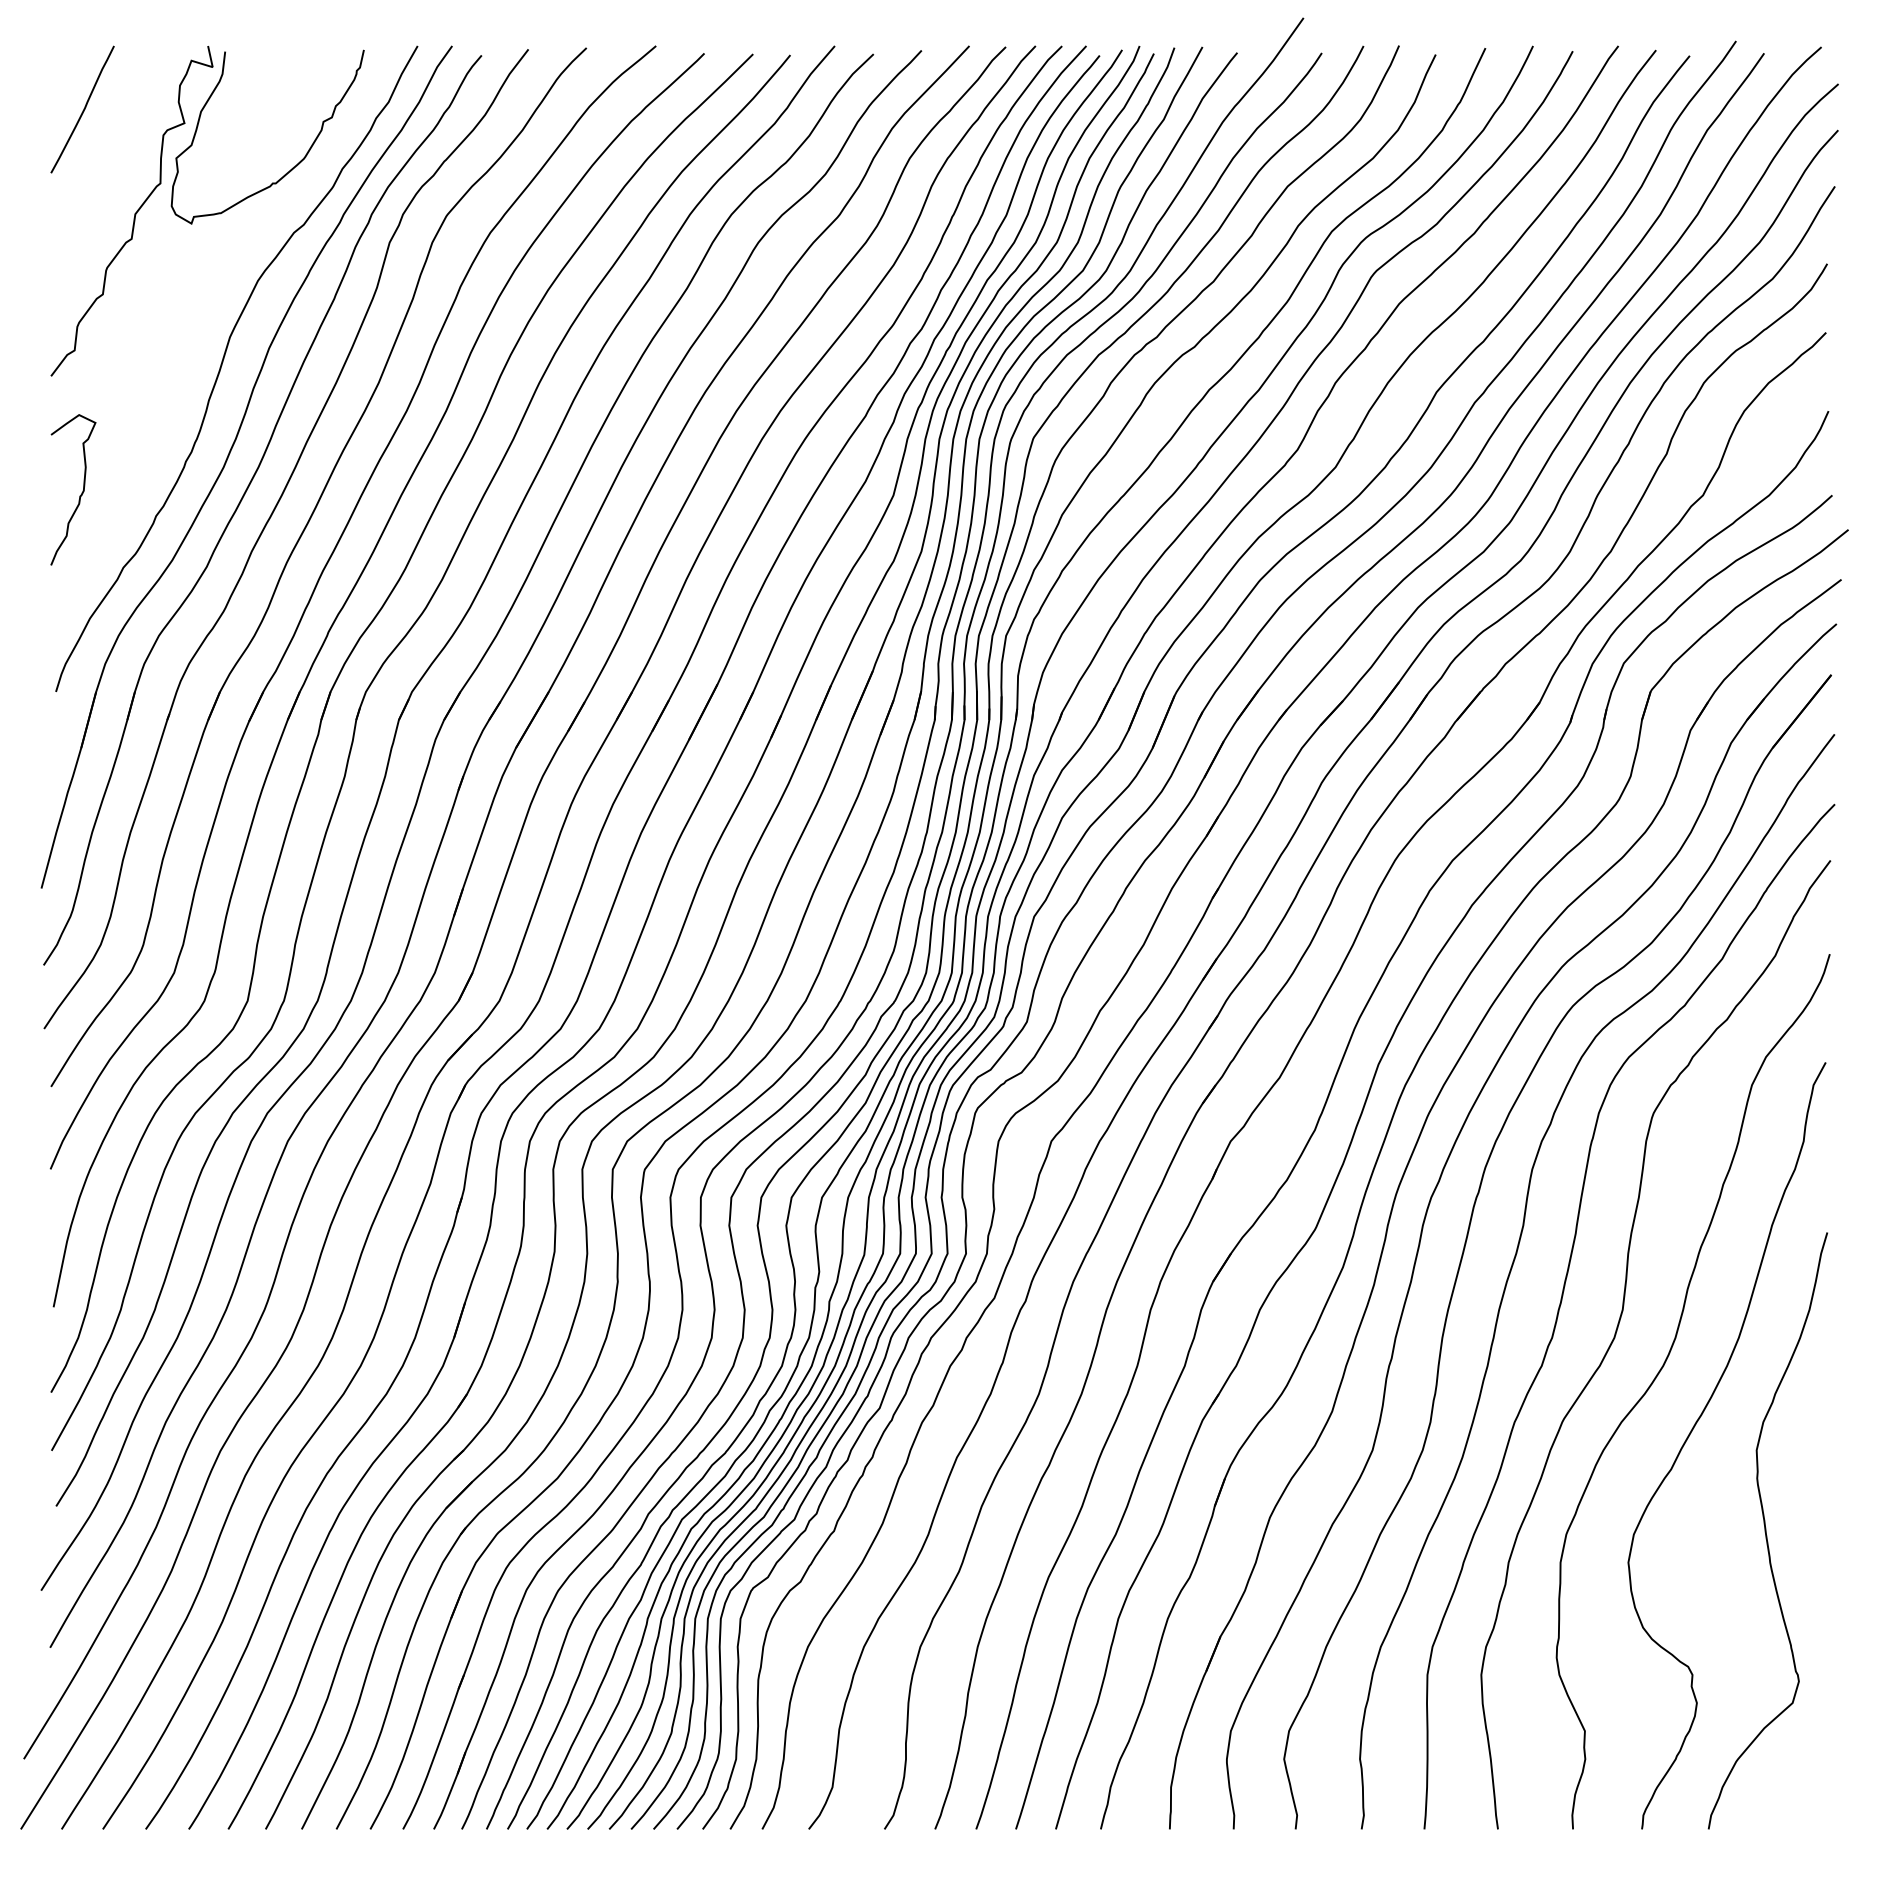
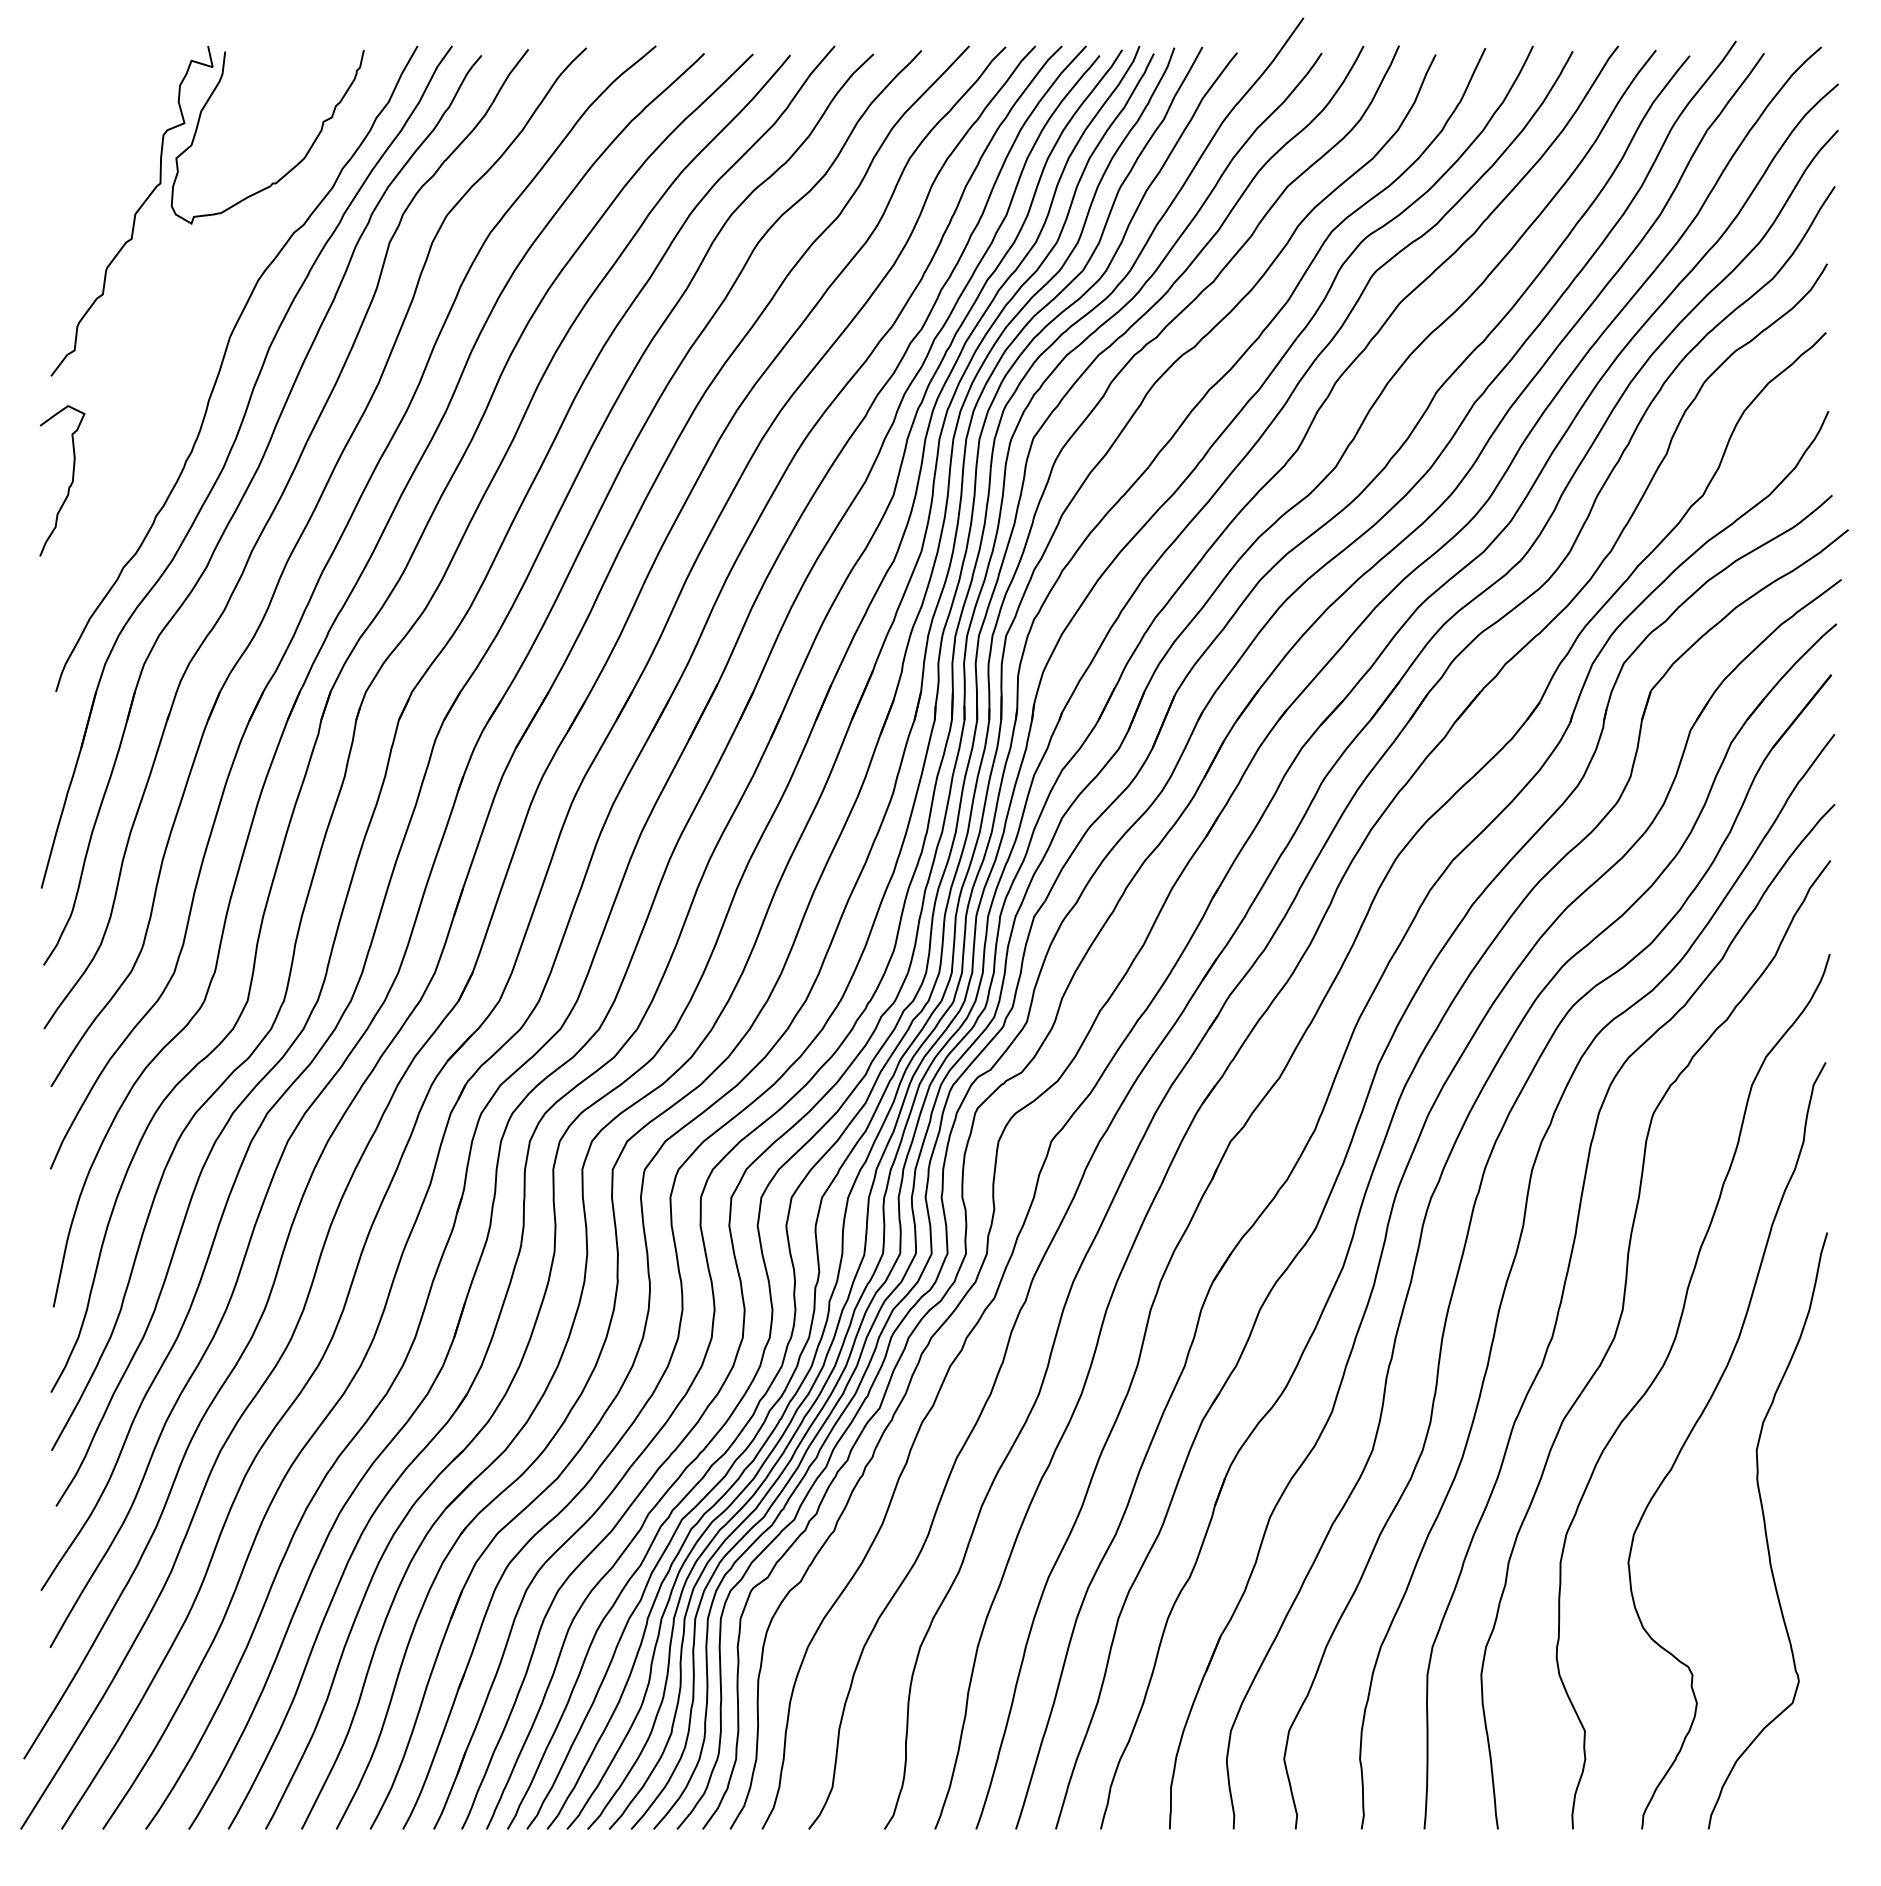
curve at (83, 109): present -> none
curve at (79, 495) position: (79, 495) -> (68, 486)
